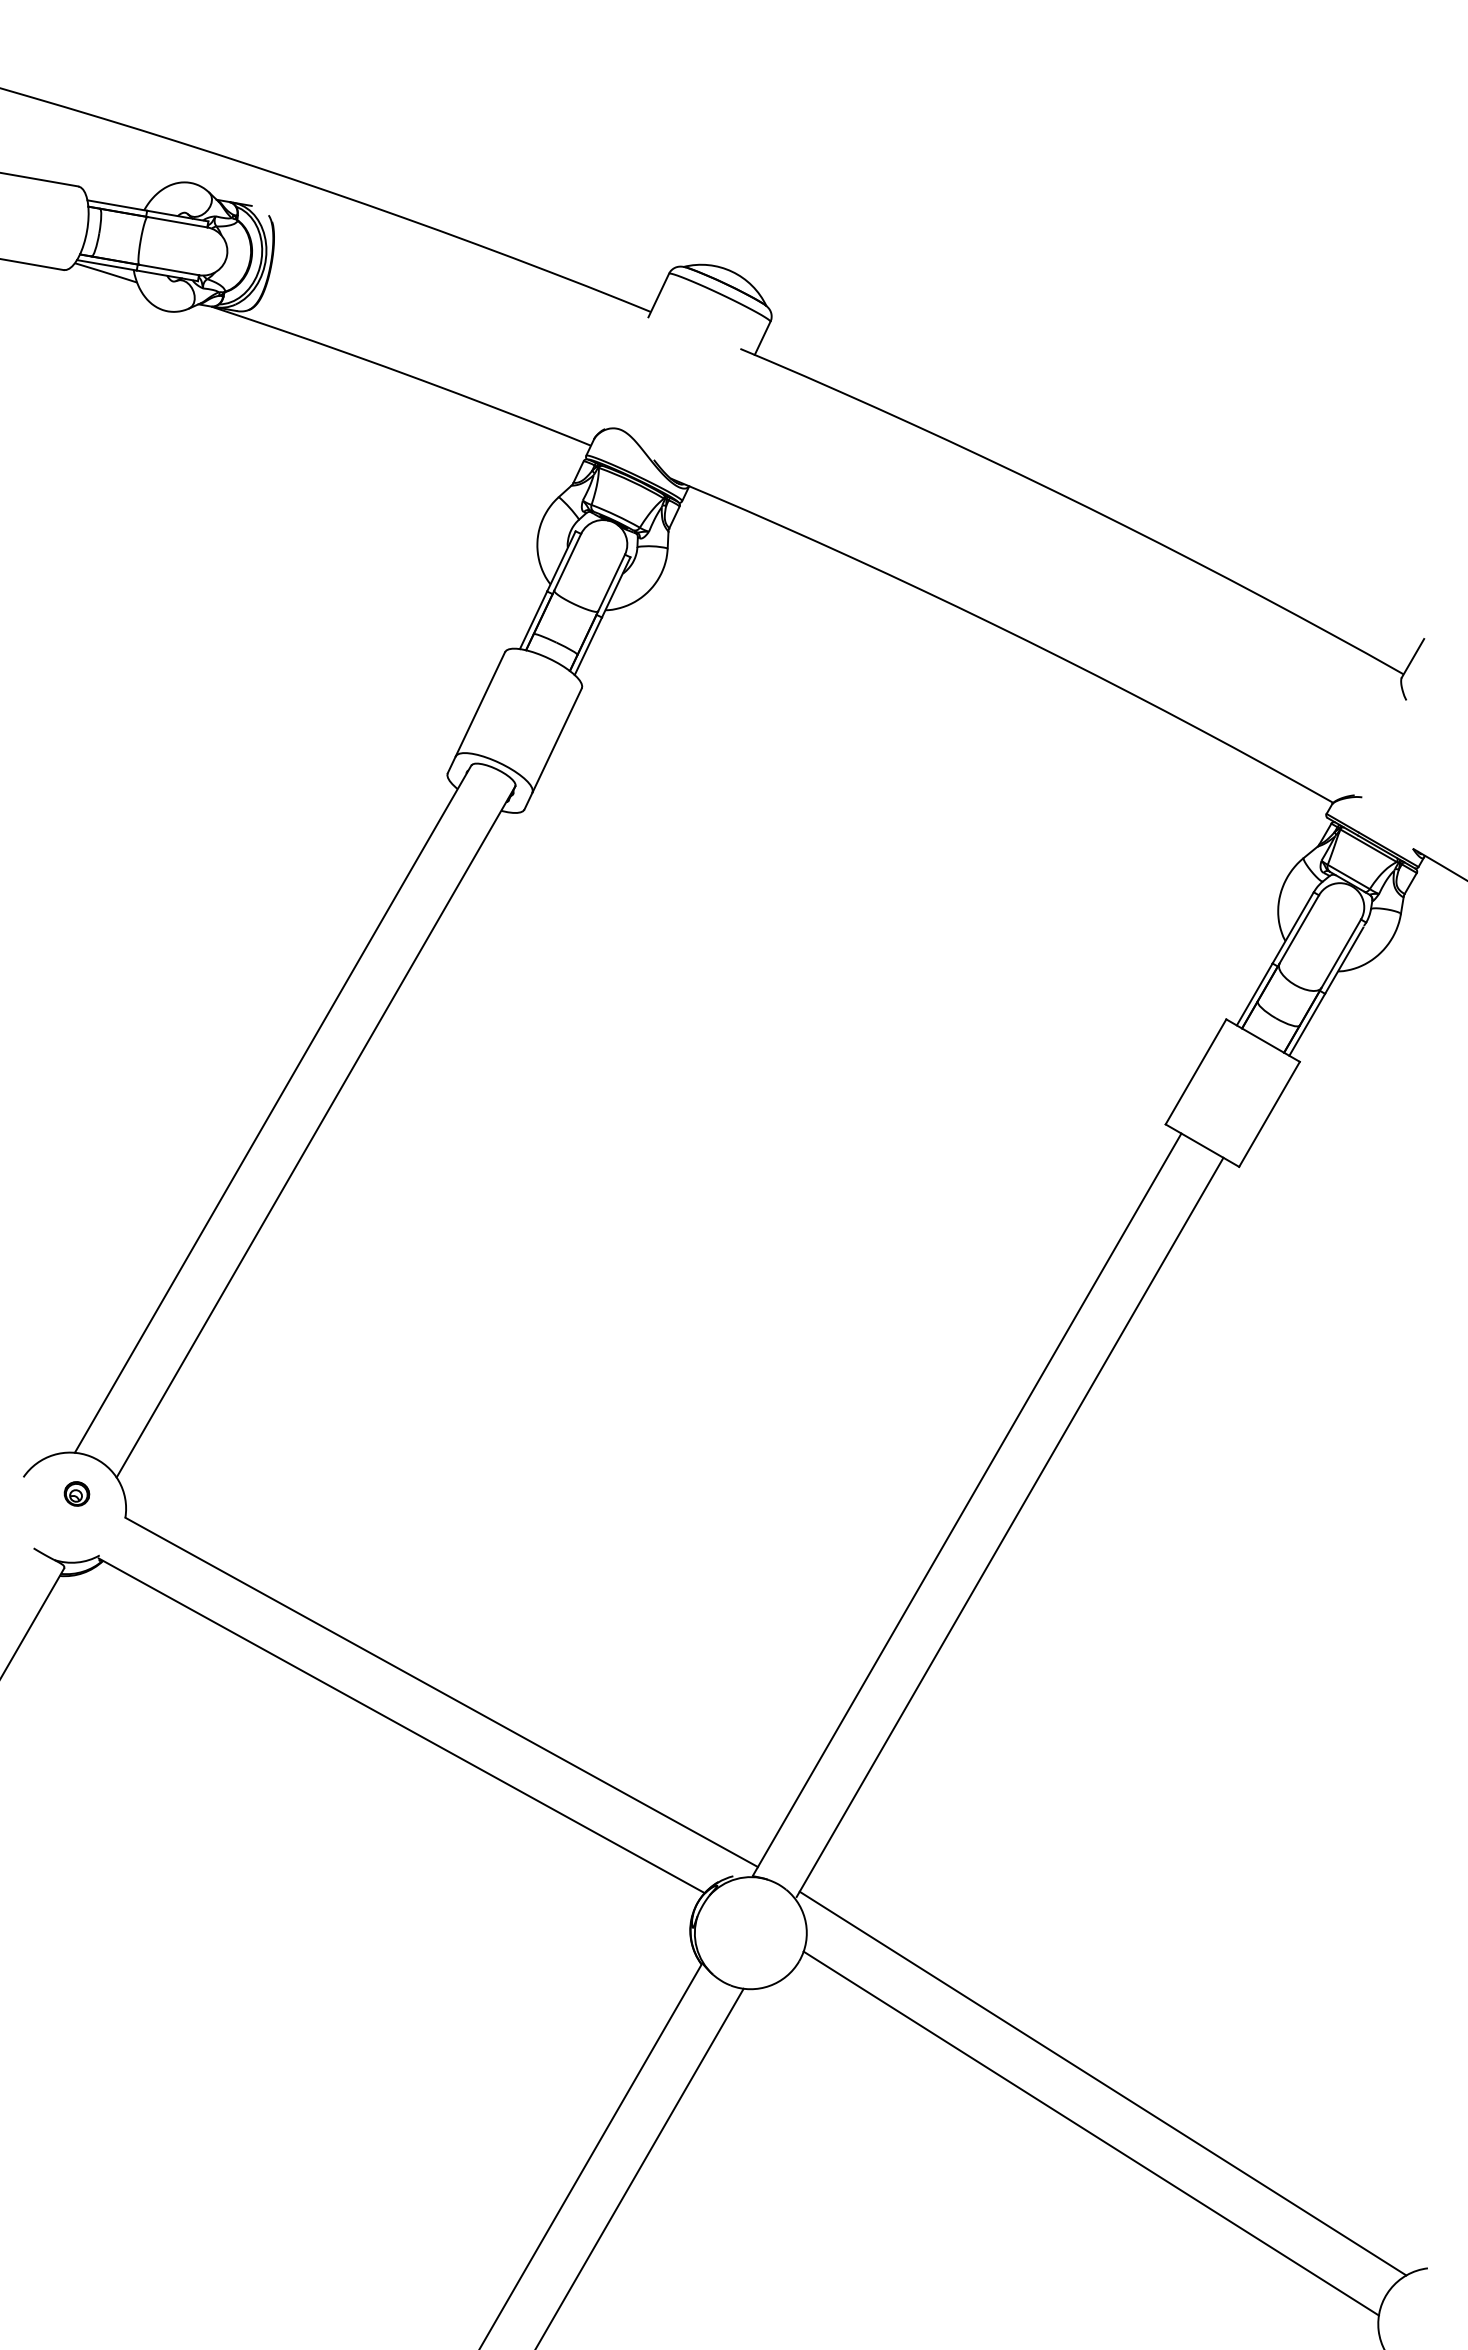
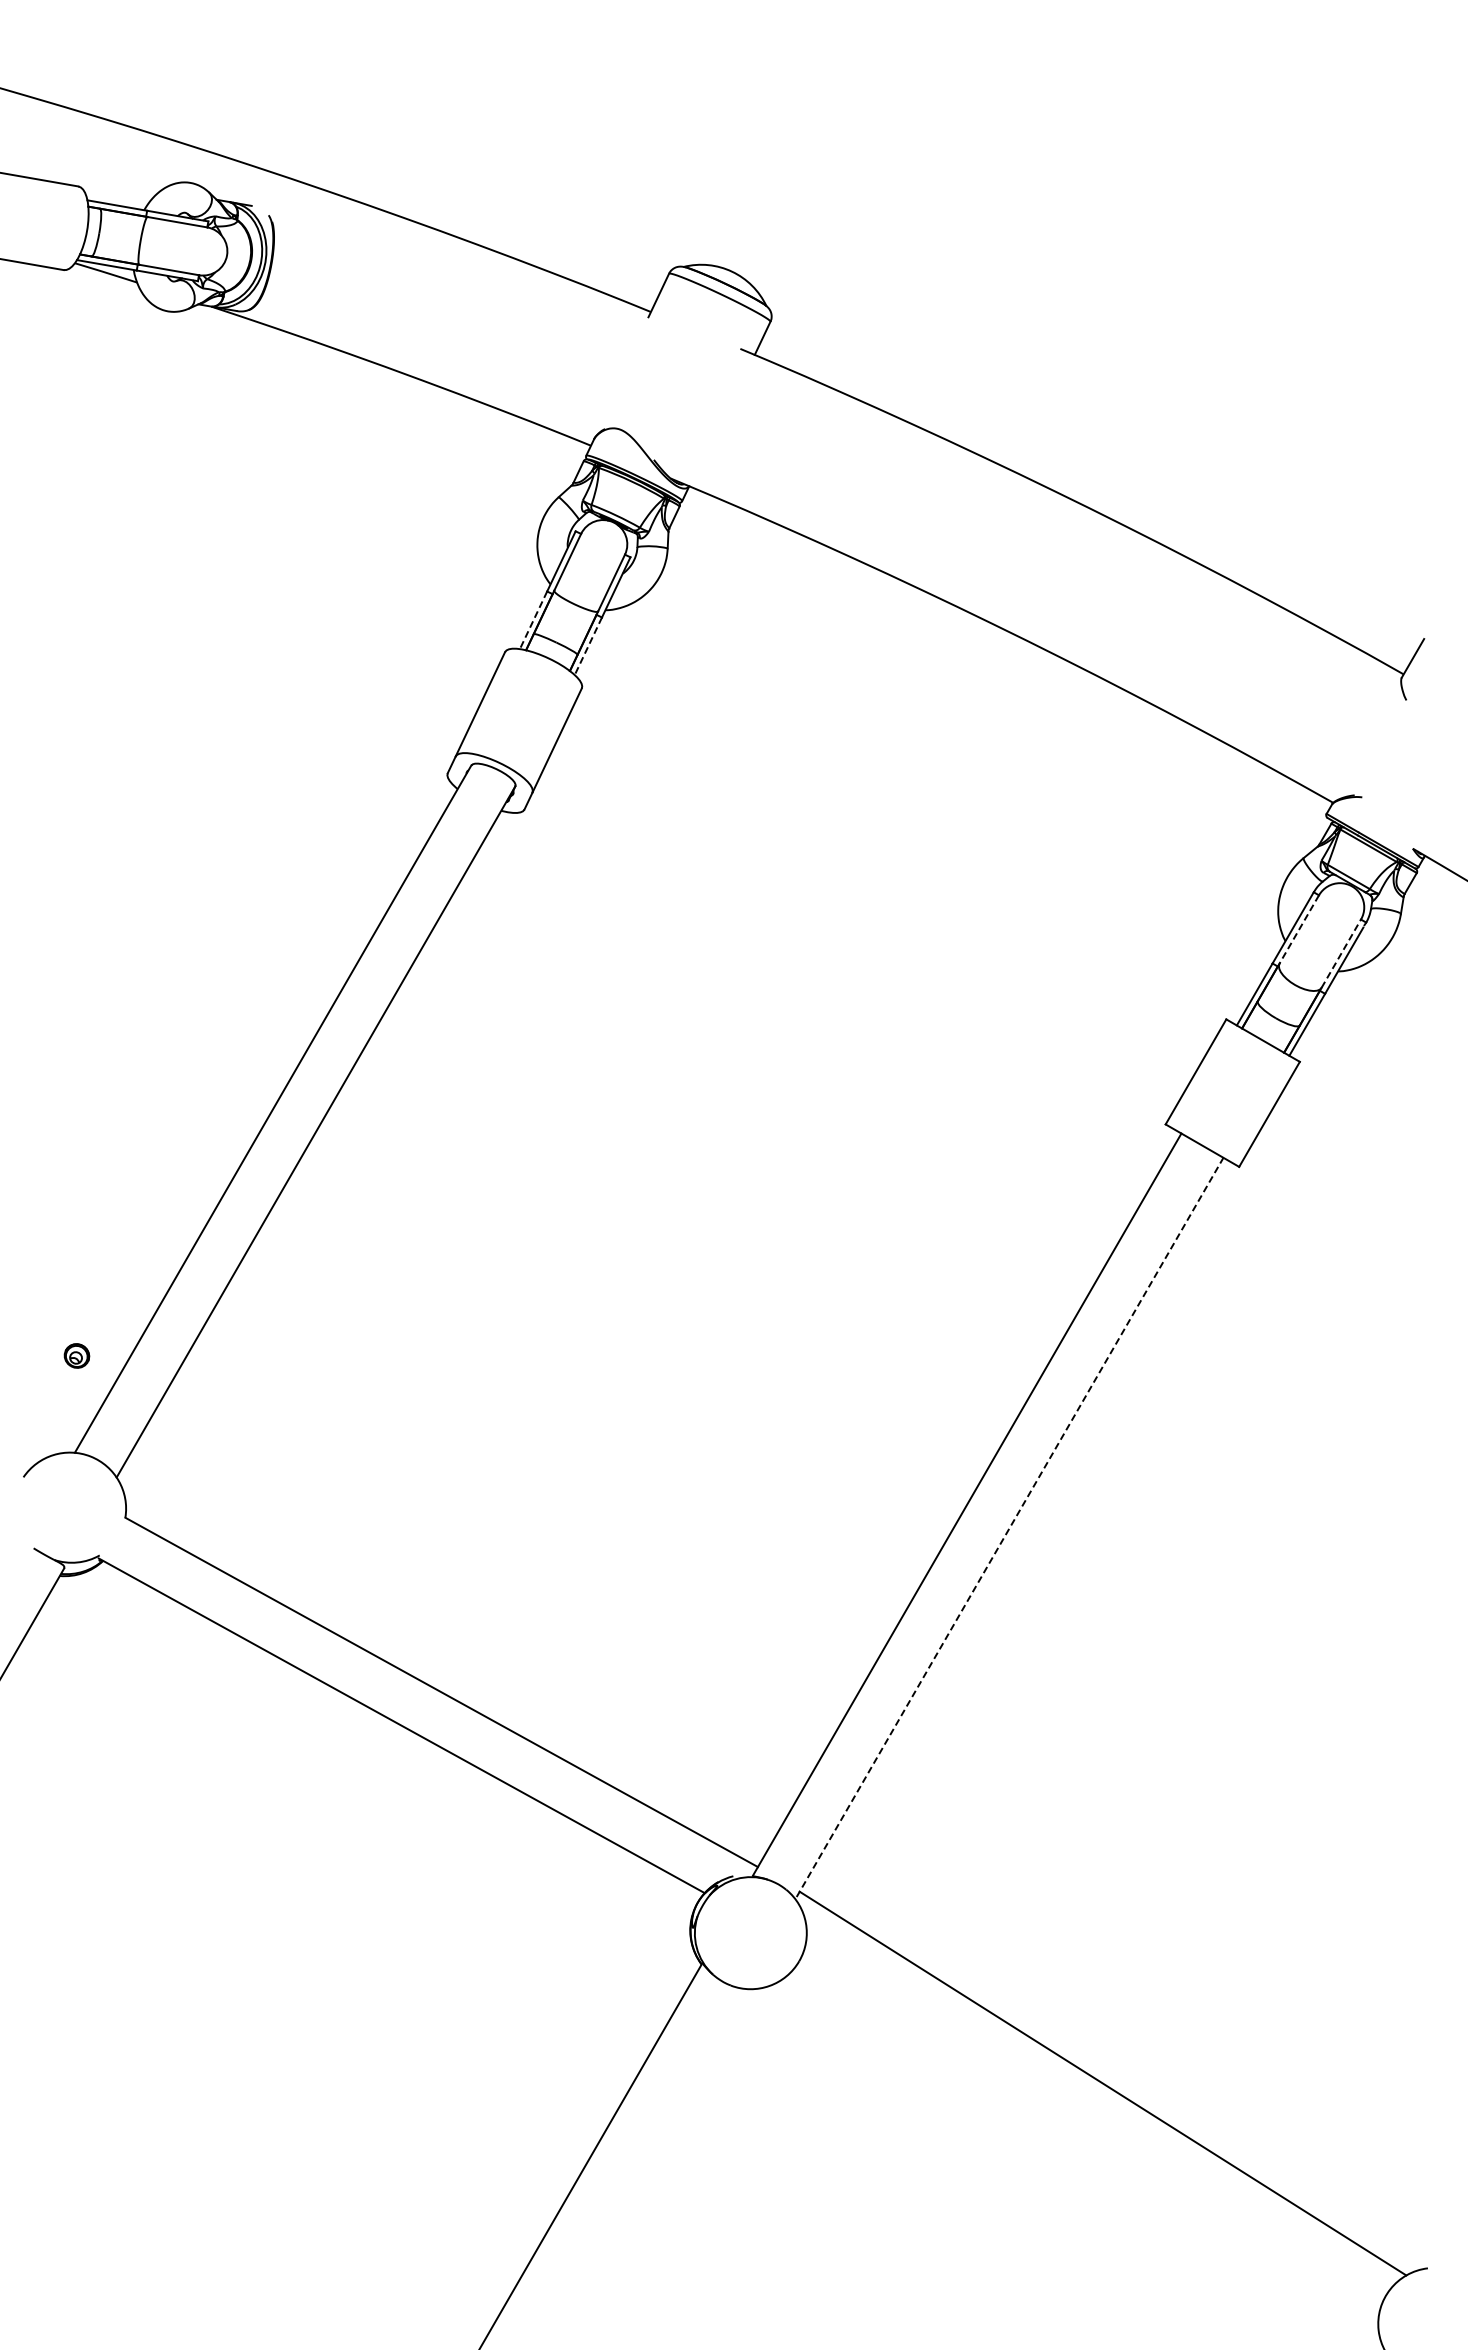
line at (533, 620): solid -> dashed
line at (588, 646): solid -> dashed
line at (1299, 929): solid -> dashed
line at (1341, 953): solid -> dashed
part at (76, 1493) position: (76, 1493) -> (76, 1355)
line at (1010, 1527): solid -> dashed
line at (1090, 2133): present -> none
line at (640, 2167): present -> none
